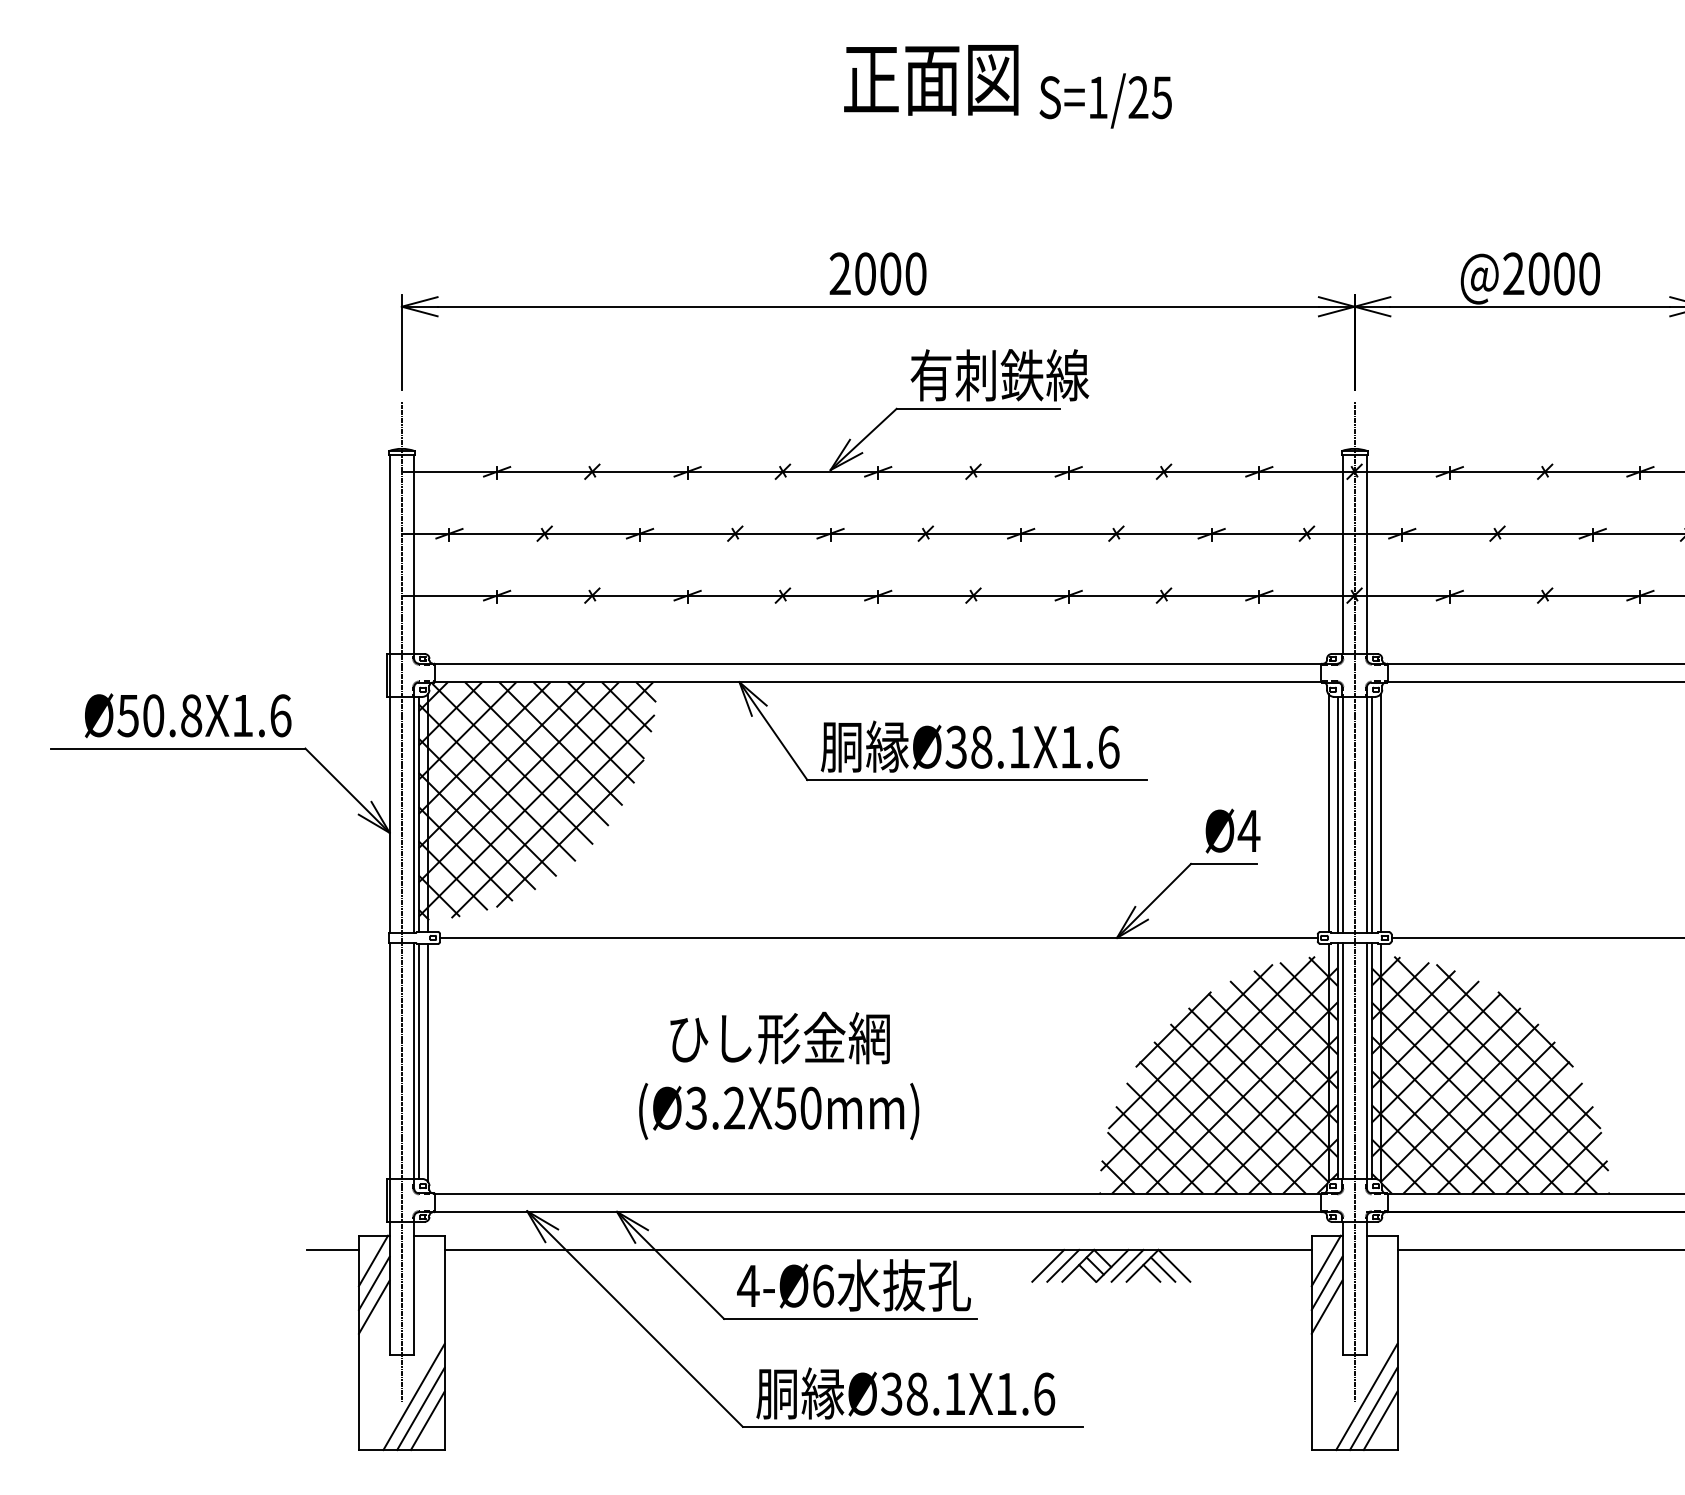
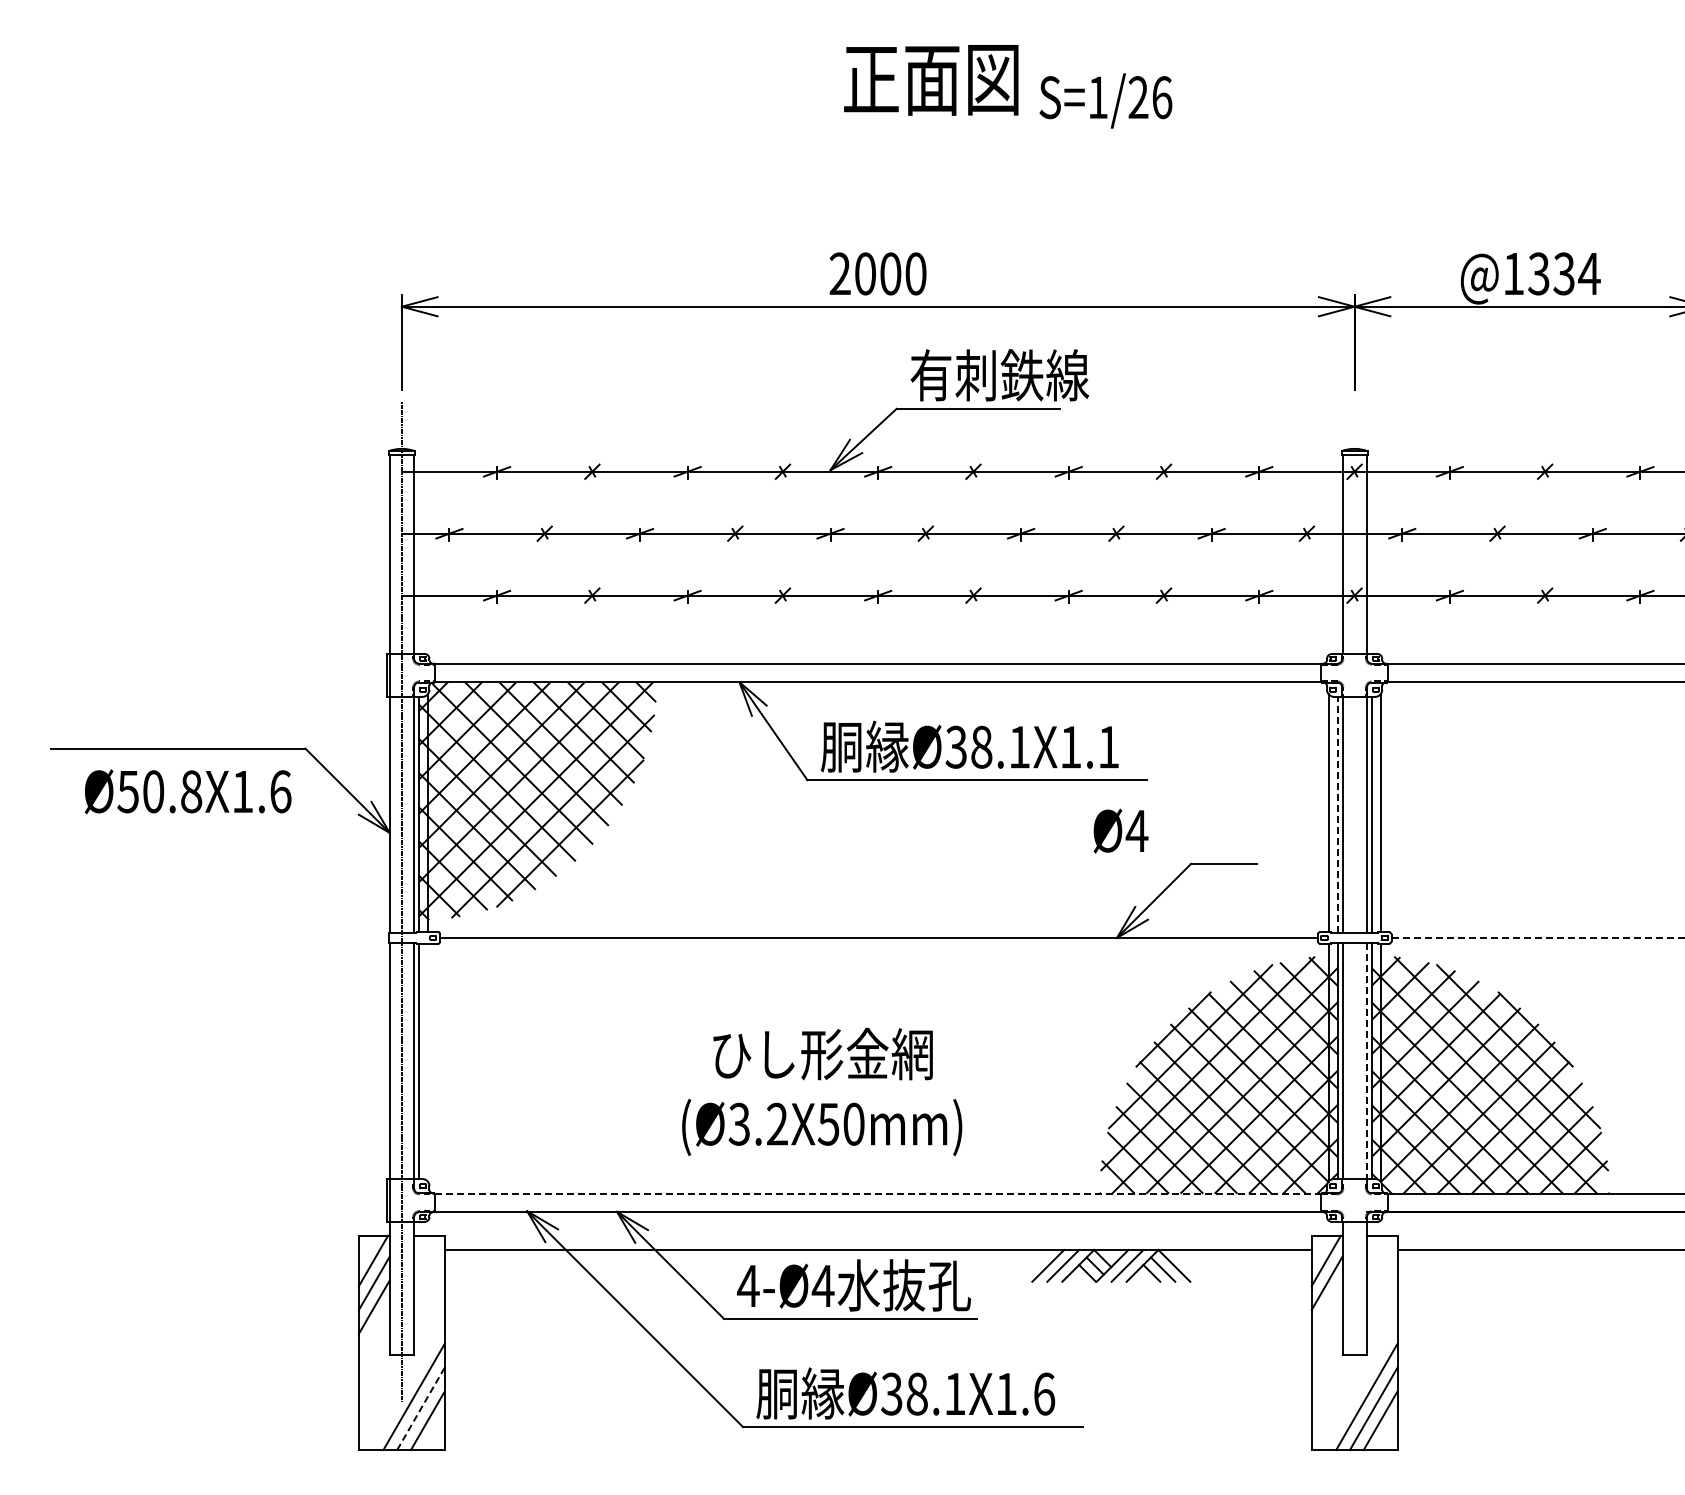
text at (1161, 97): S=1/25 -> S=1/26
text at (1551, 273): @2000 -> @1334
text at (188, 715) position: (188, 715) -> (188, 791)
text at (1109, 746): Ø38.1X1.6 -> Ø38.1X1.1
line at (1337, 814): solid -> dashed
text at (1232, 830) position: (1232, 830) -> (1120, 830)
line at (1354, 902): present -> none
line at (1538, 937): solid -> dashed
line at (1366, 1061): solid -> dashed
line at (427, 1062): present -> none
text at (779, 1075) position: (779, 1075) -> (822, 1091)
line at (878, 1193): solid -> dashed
line at (332, 1249): present -> none
text at (822, 1285): 4-Ø6 -> 4-Ø4
line at (1326, 1306): present -> none
line at (420, 1408): solid -> dashed
